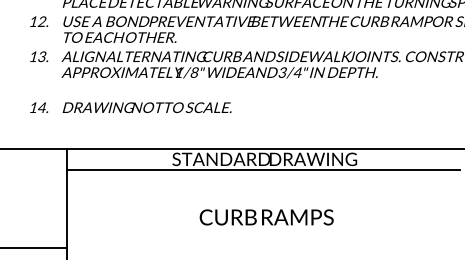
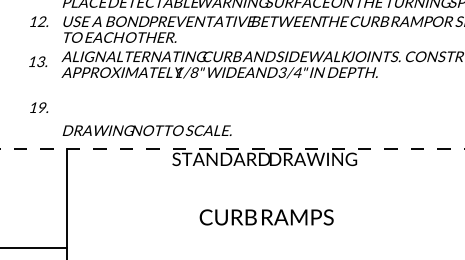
text at (39, 56) position: (39, 56) -> (38, 61)
text at (42, 107): 14. -> 19.
text at (146, 107) position: (146, 107) -> (146, 130)
line at (232, 148): solid -> dashed
line at (262, 169): present -> none
